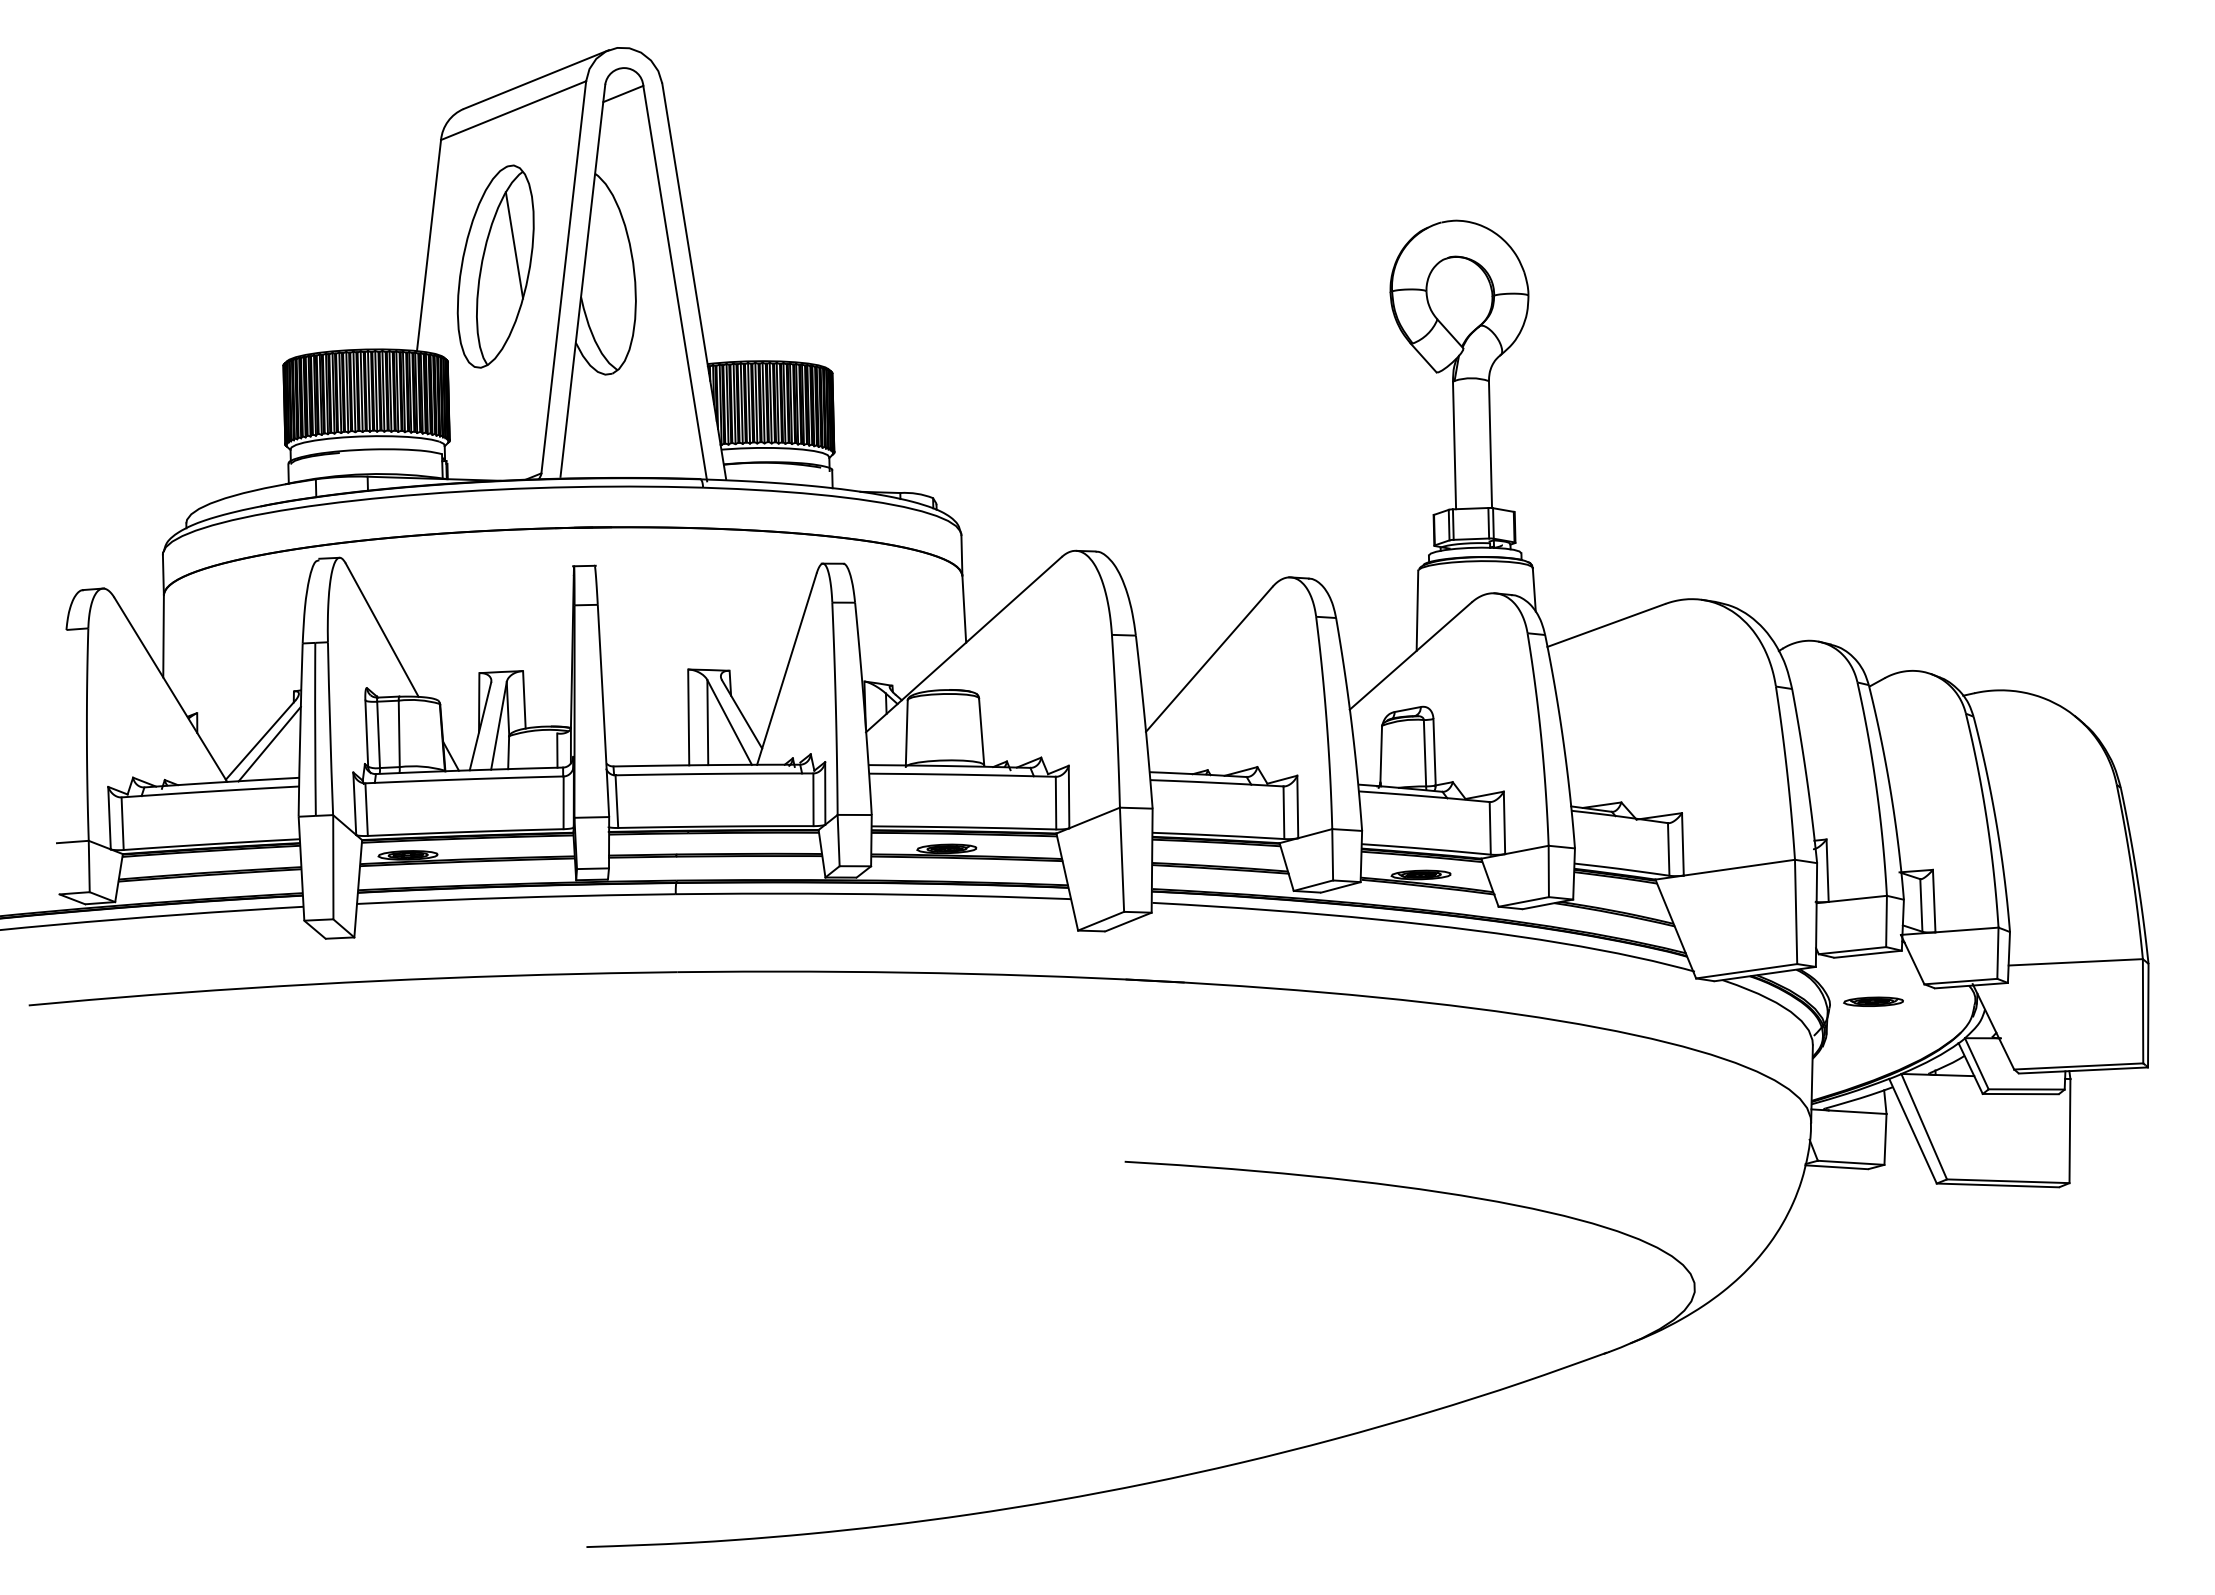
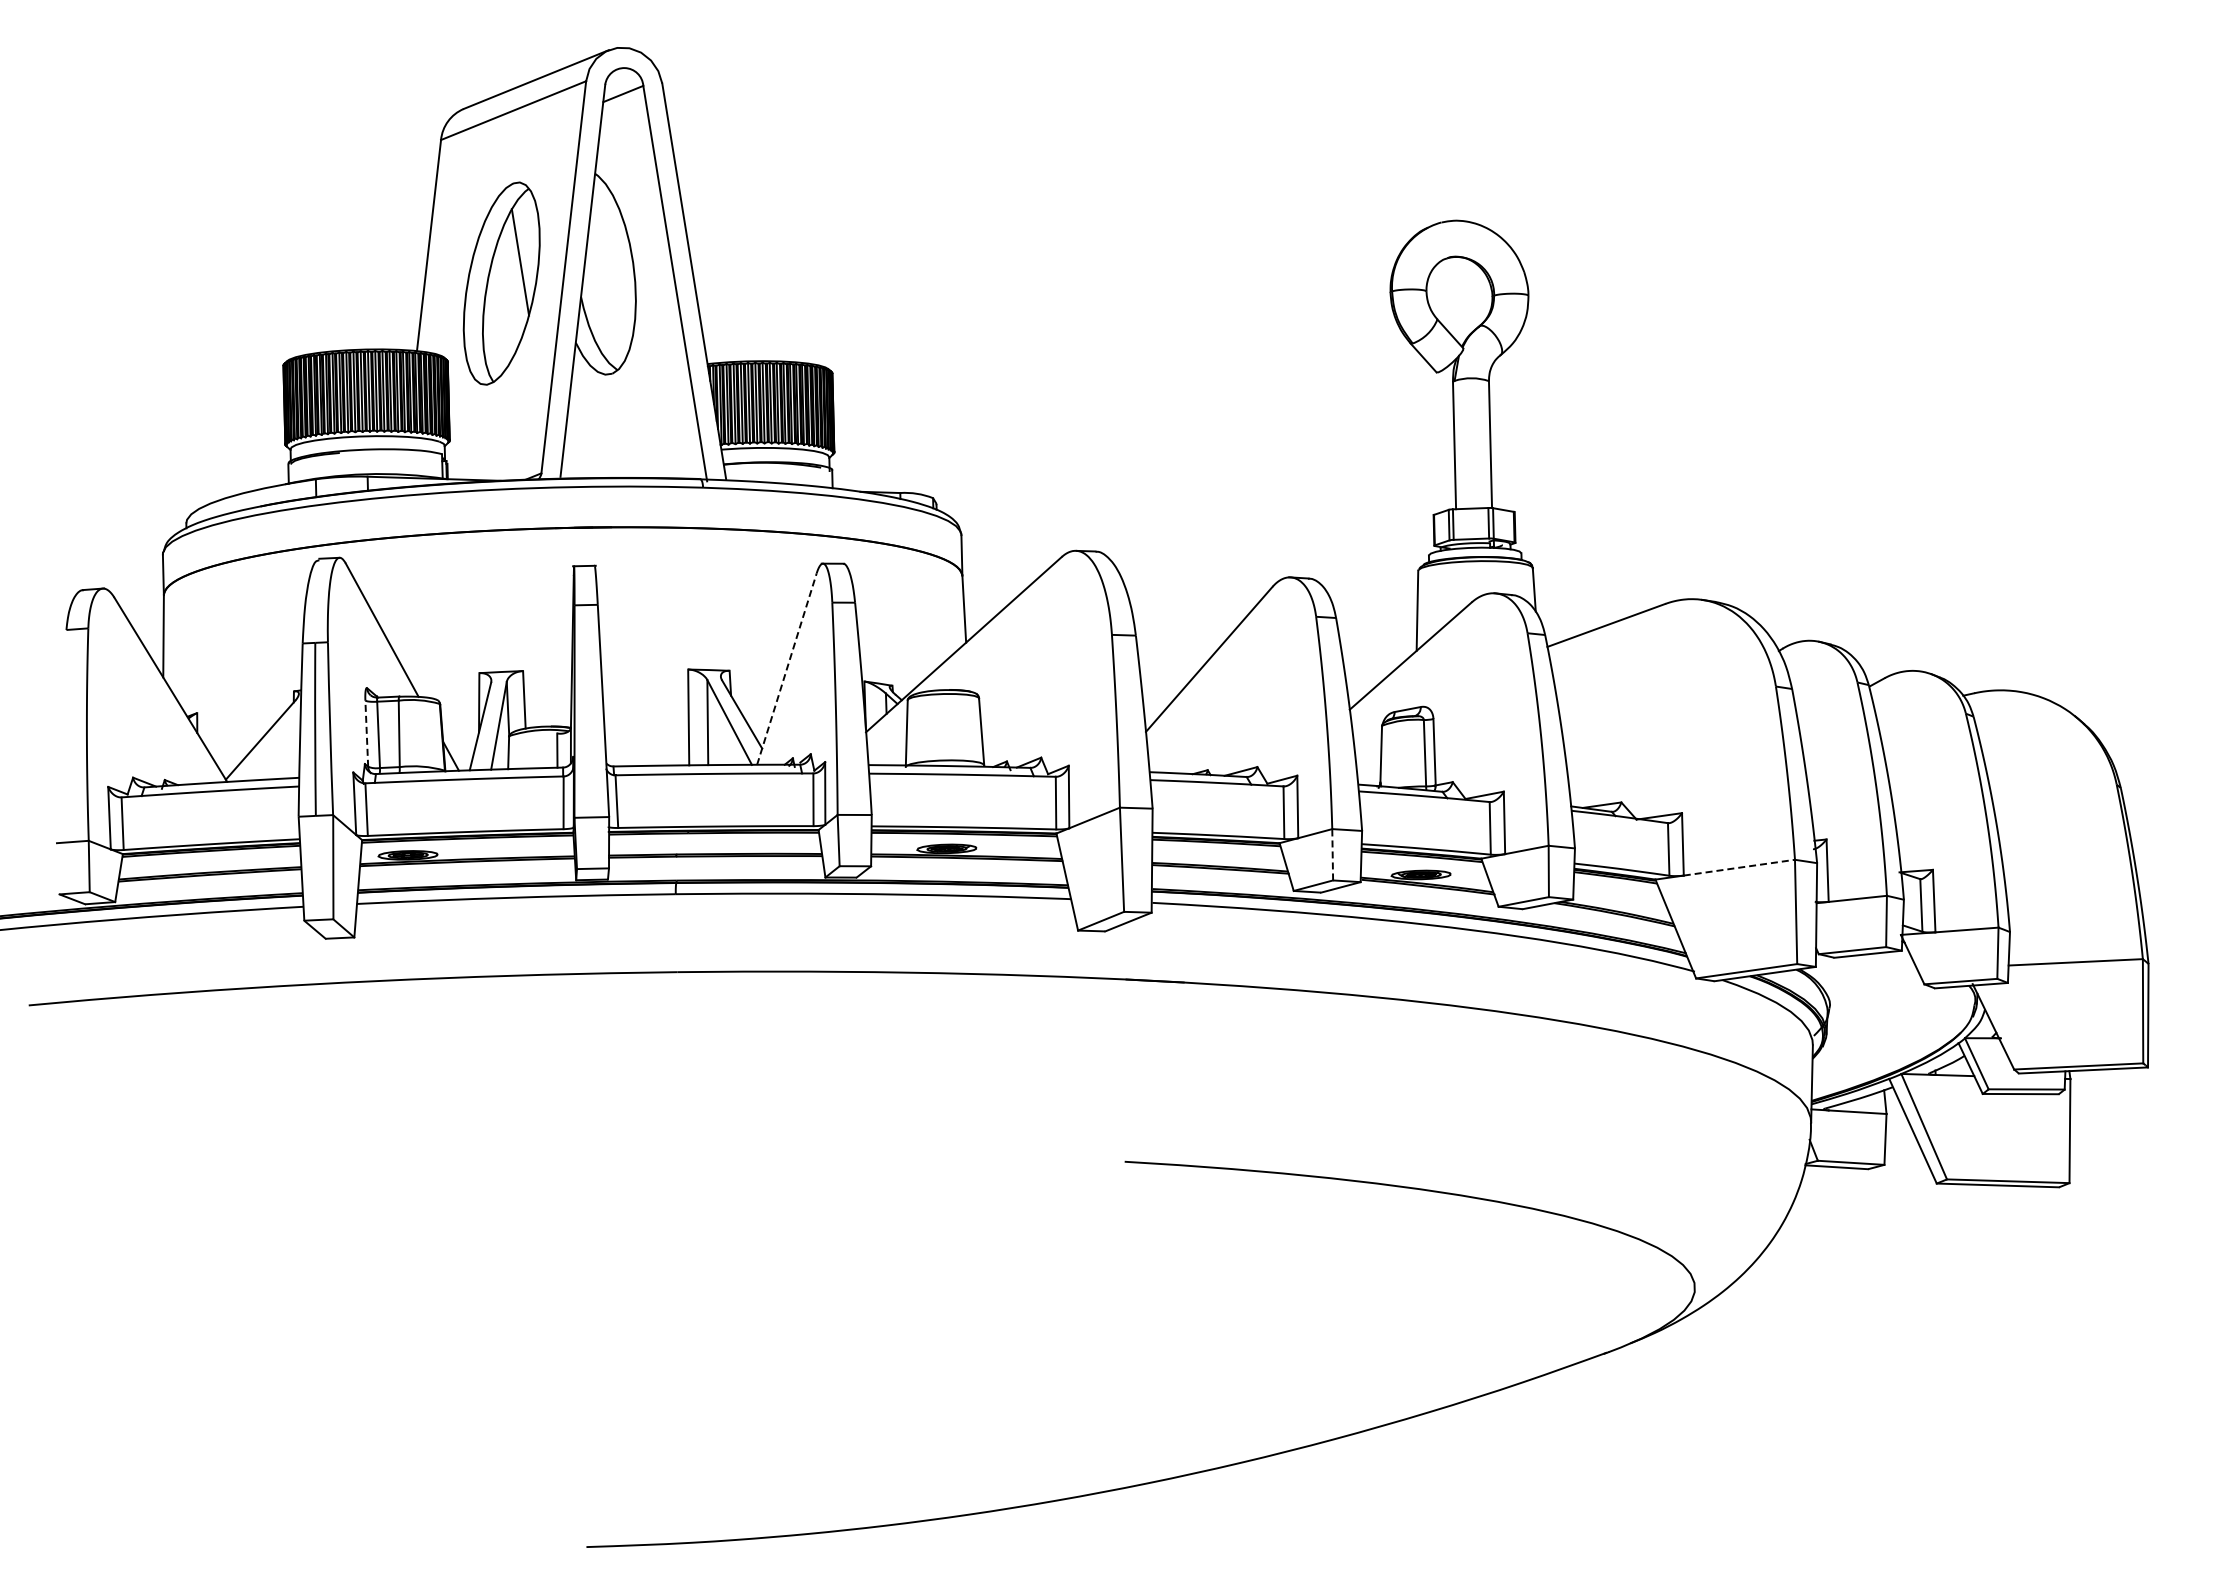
part at (495, 266) position: (495, 266) -> (501, 283)
line at (787, 668): solid -> dashed
line at (366, 733): solid -> dashed
line at (269, 743): present -> none
line at (1332, 854): solid -> dashed
line at (1739, 867): solid -> dashed
part at (1873, 1001): present -> none
